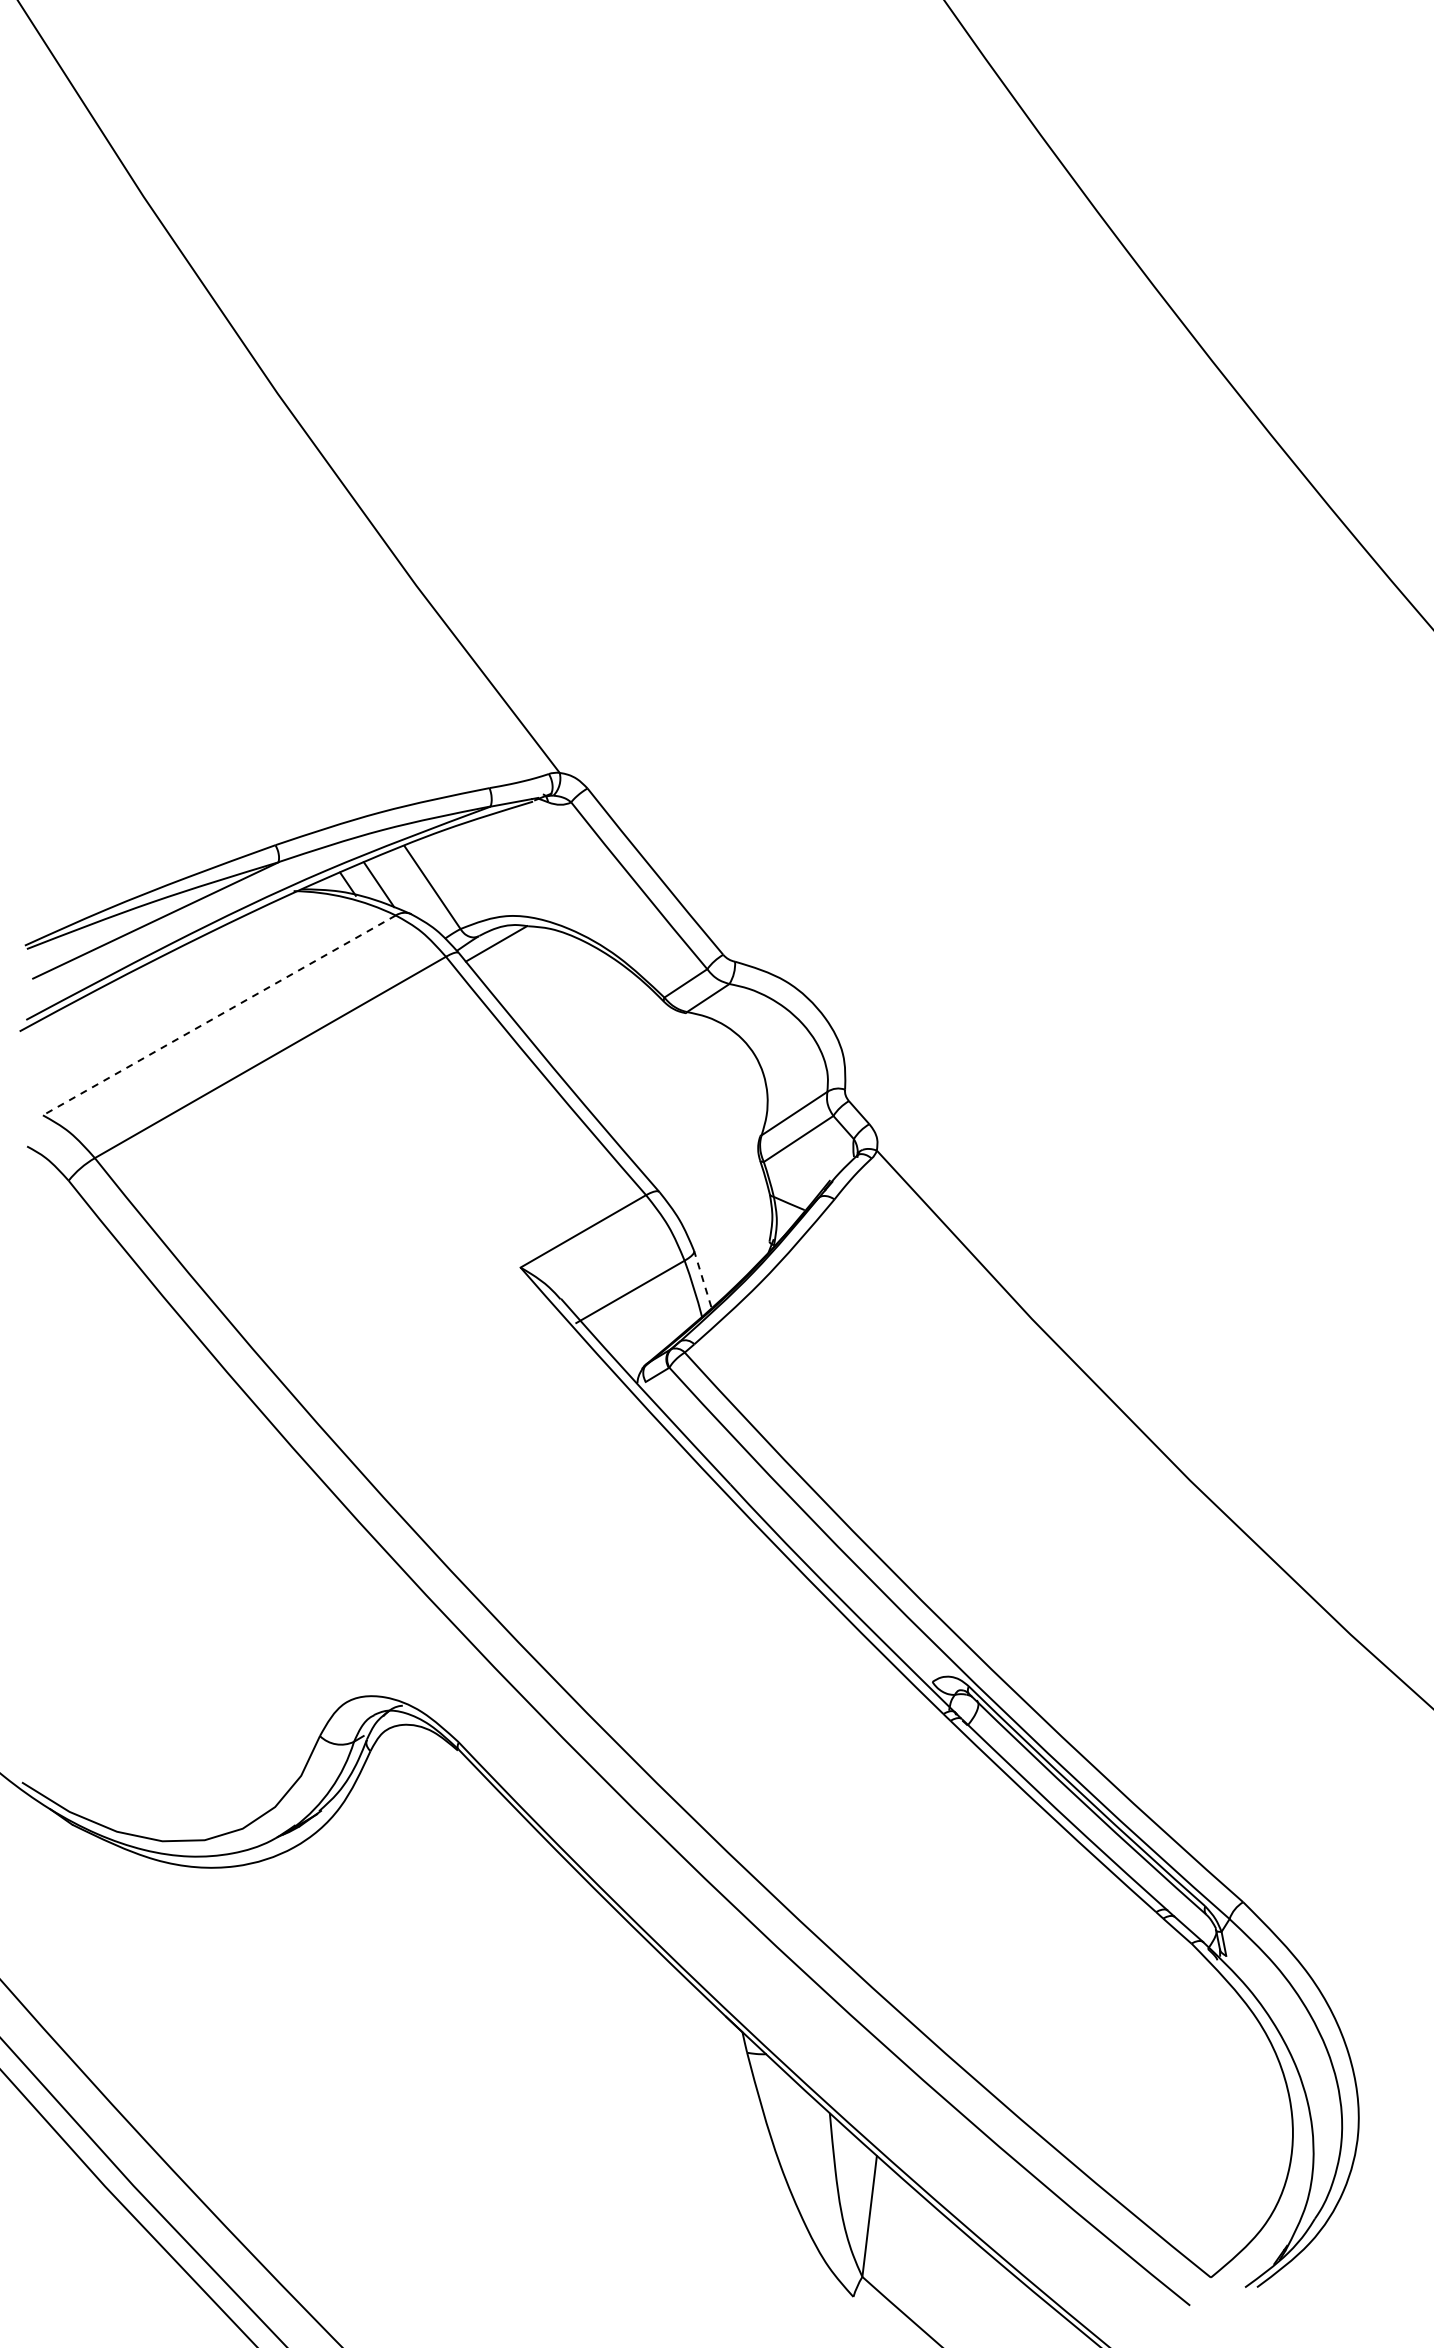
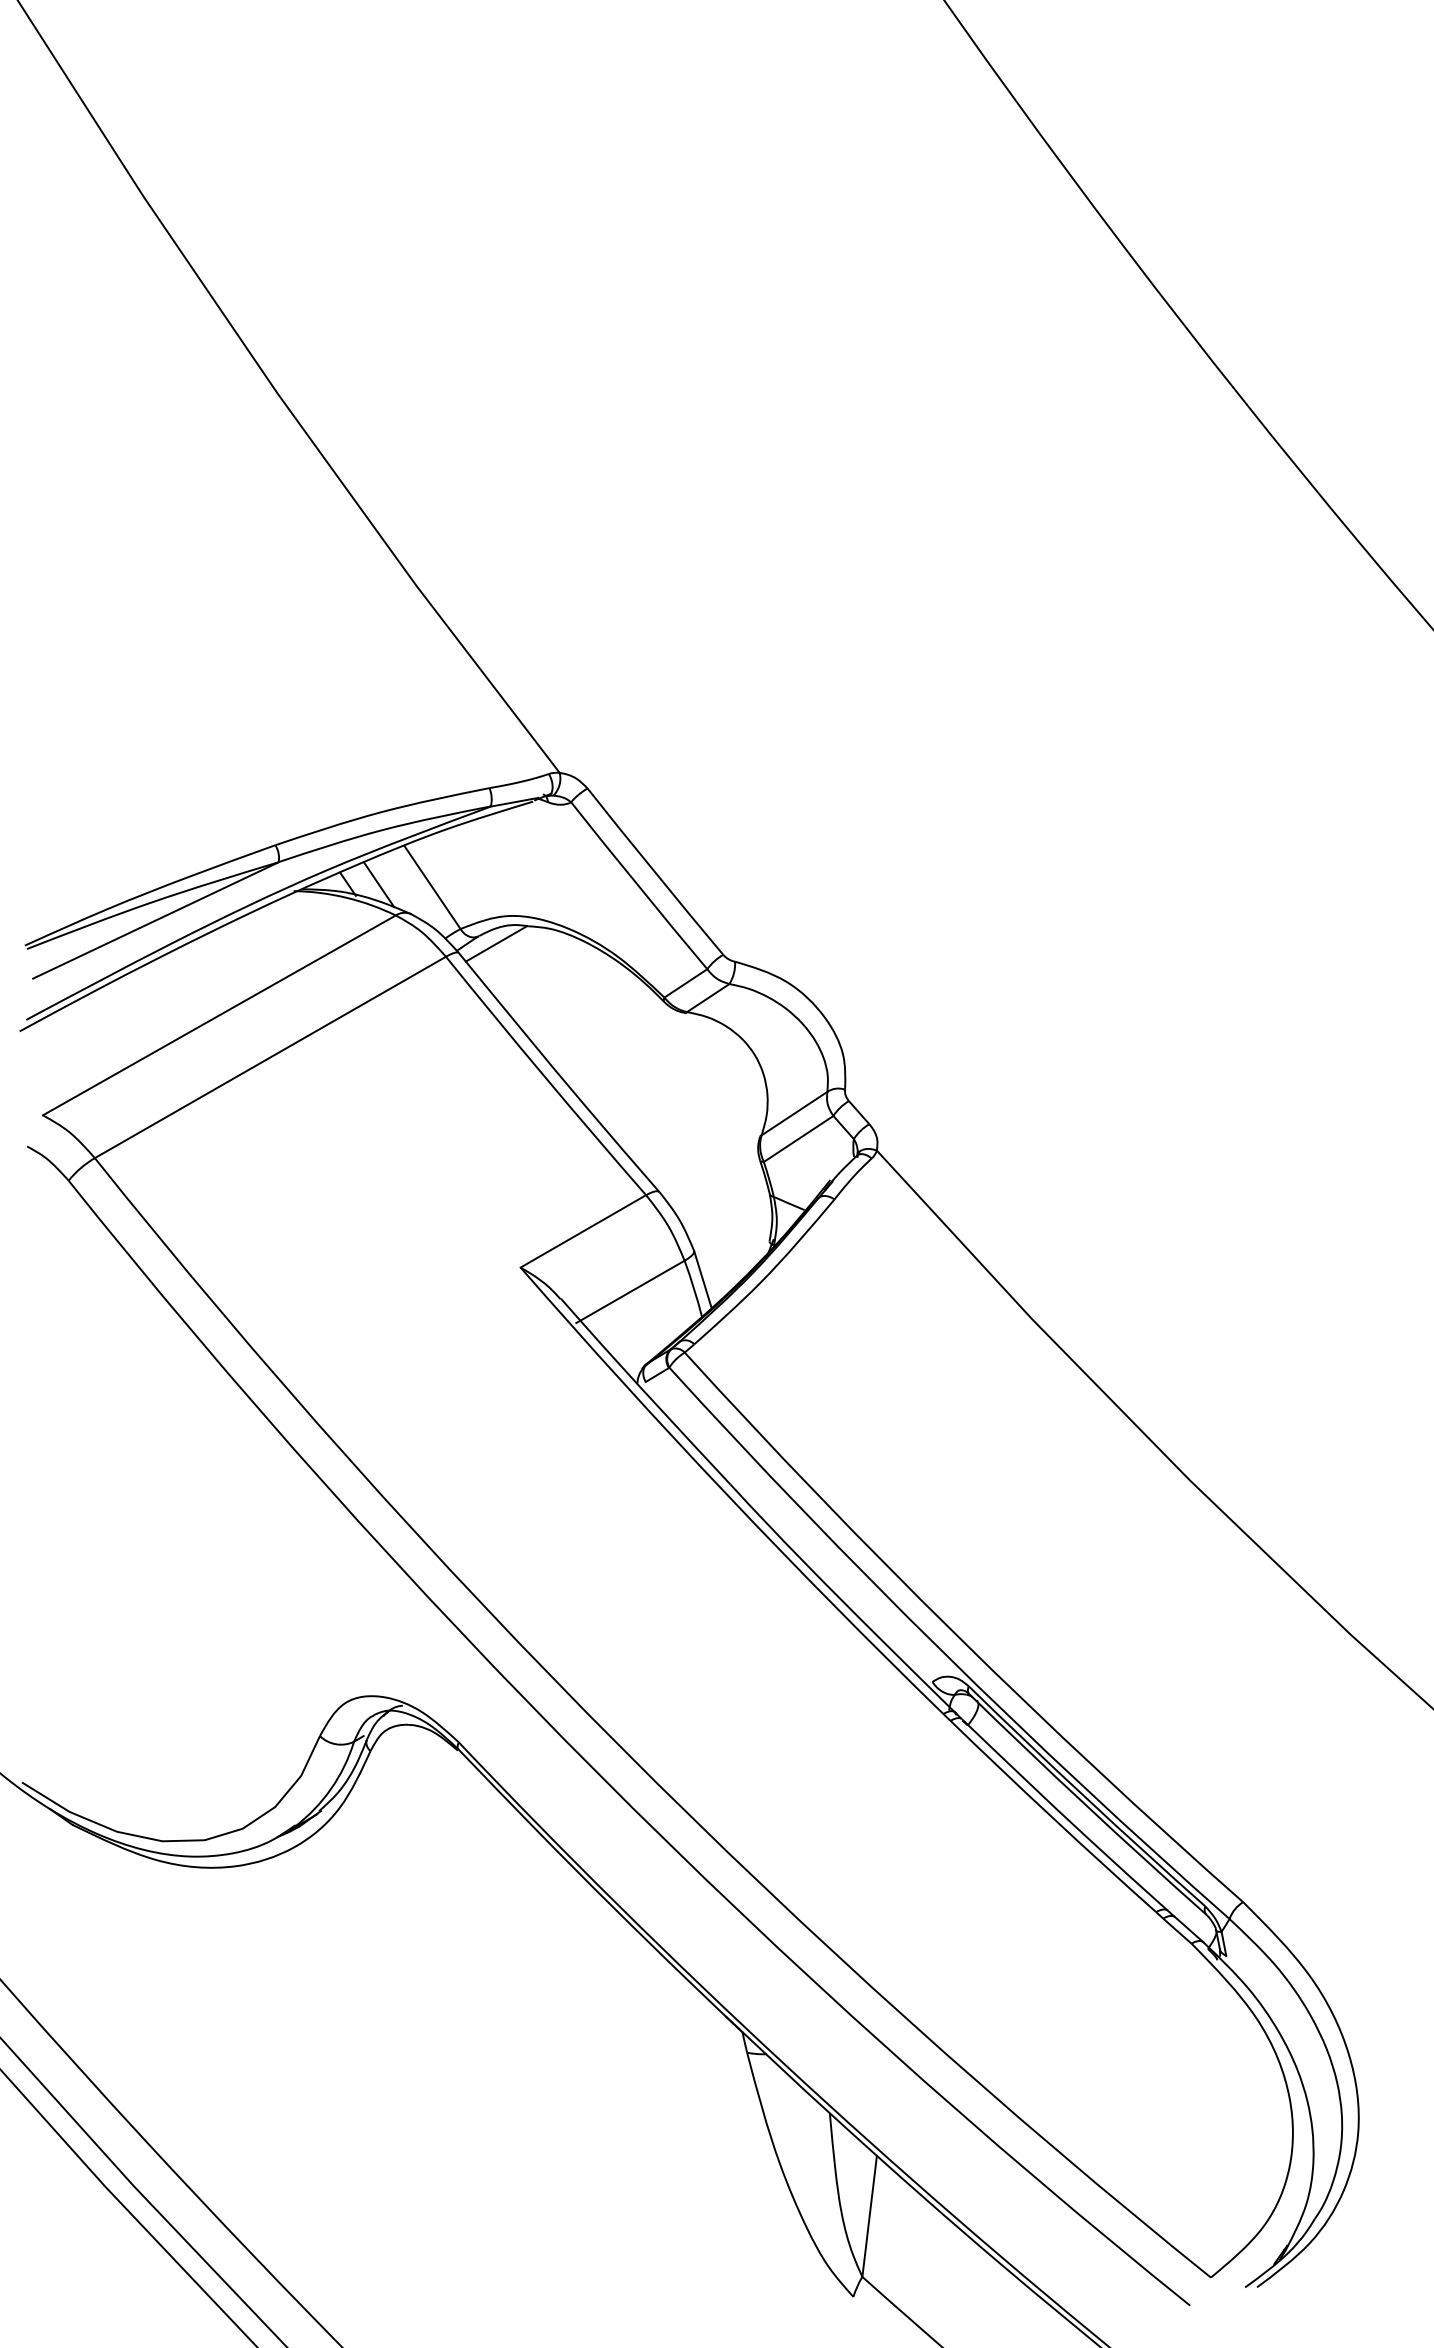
line at (219, 1015): dashed -> solid
line at (702, 1278): dashed -> solid
